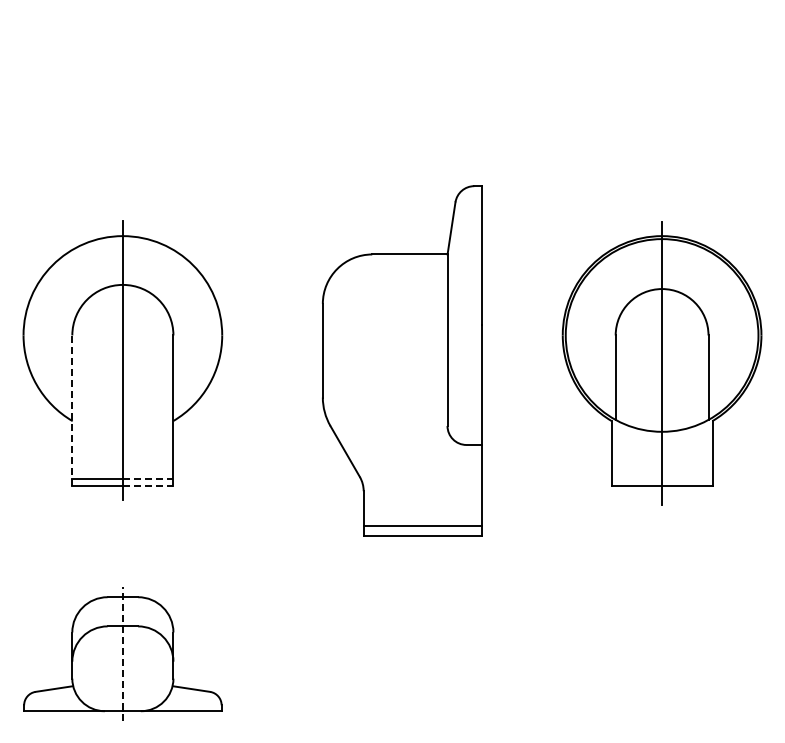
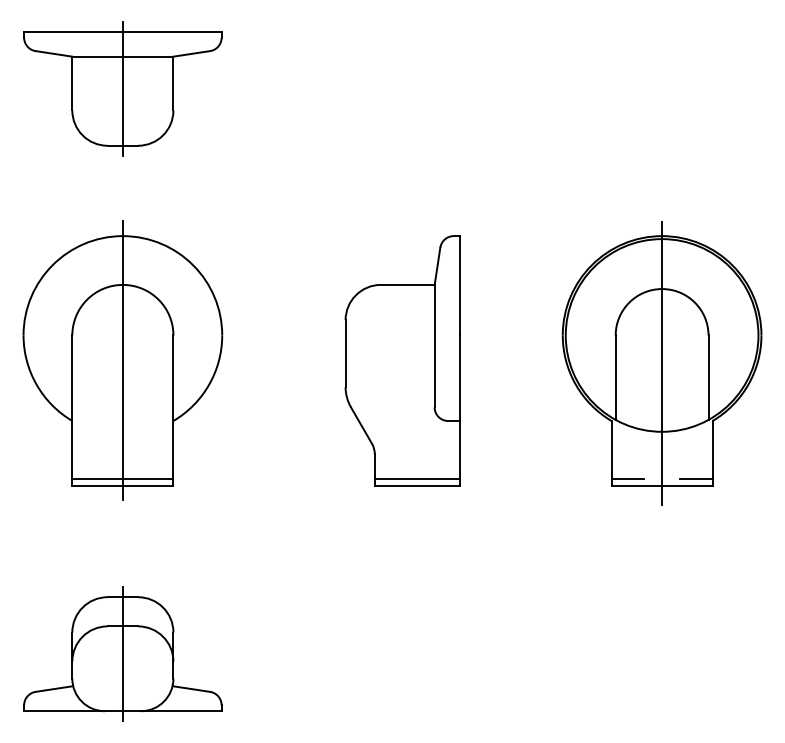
part at (122, 88): none -> present
part at (402, 360) size: 161x352 px -> 117x252 px
line at (72, 410): dashed -> solid
line at (148, 479): dashed -> solid
line at (627, 479): none -> present
line at (695, 479): none -> present
line at (148, 485): dashed -> solid
line at (122, 653): dashed -> solid
